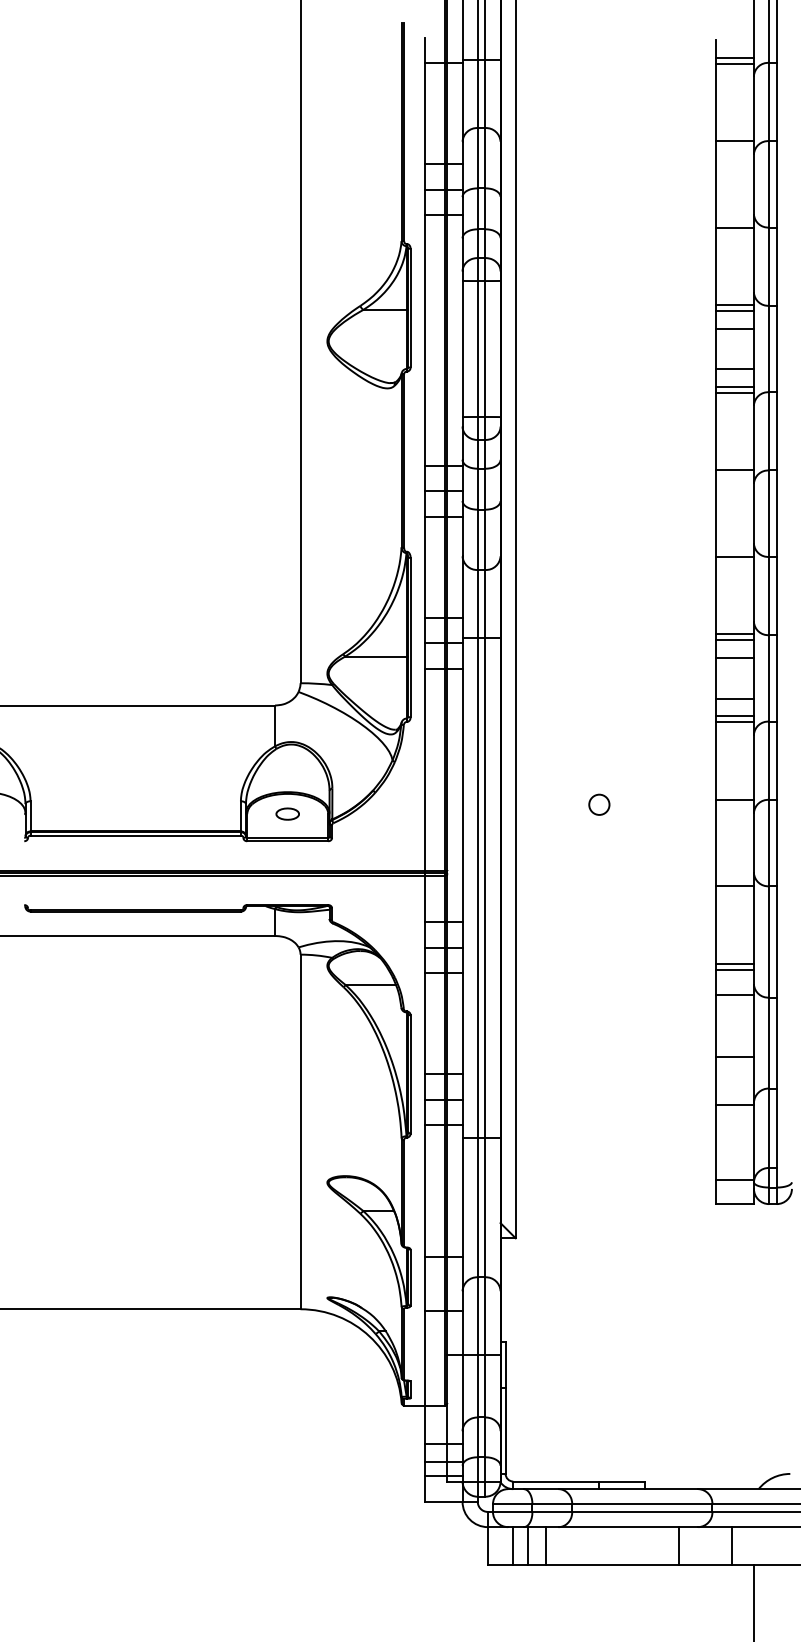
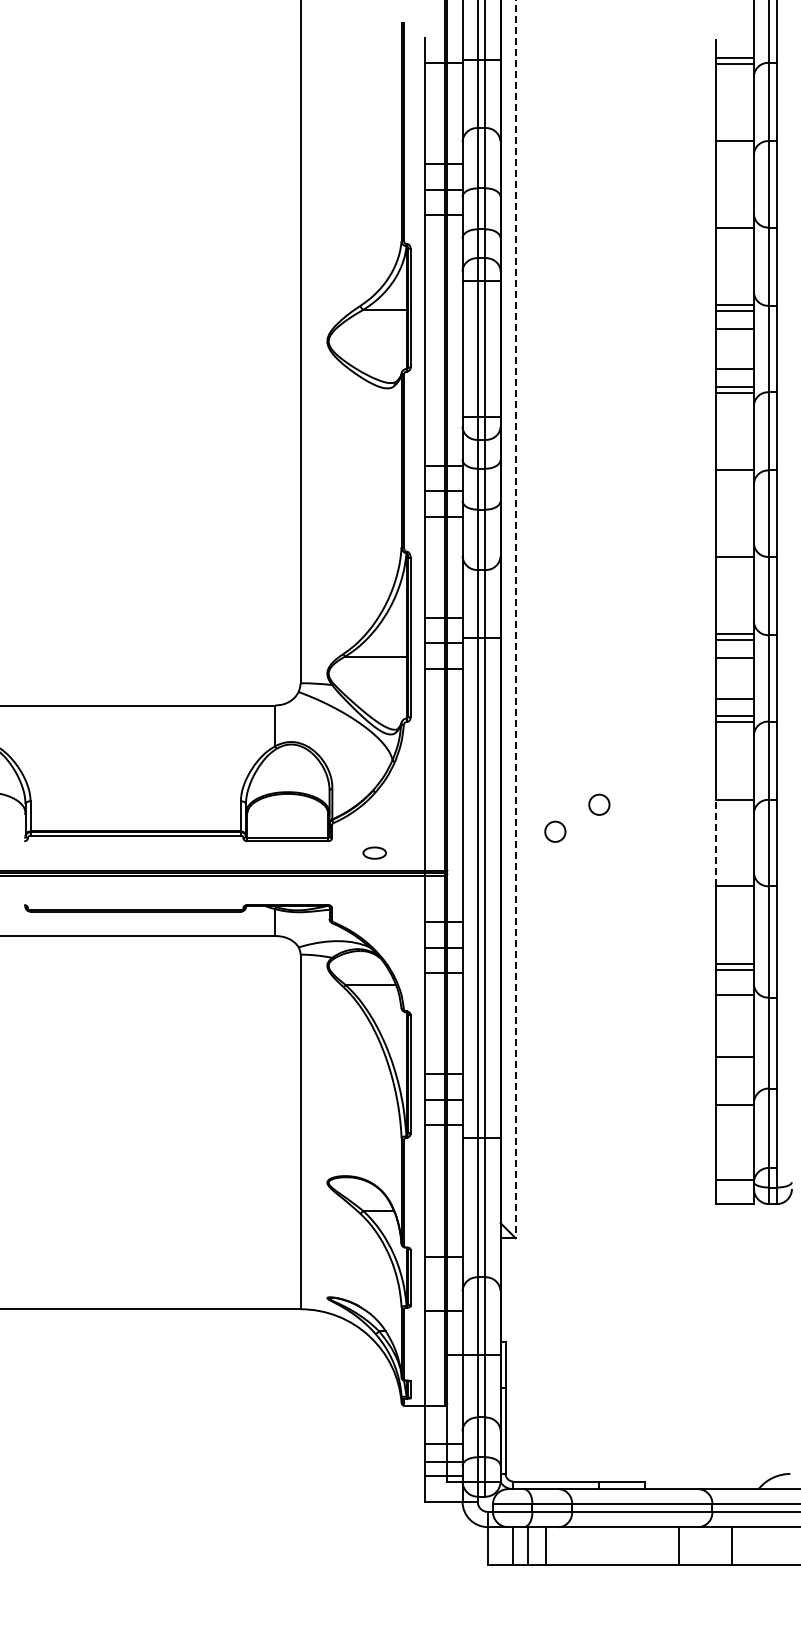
line at (515, 619): solid -> dashed
part at (287, 813) position: (287, 813) -> (374, 852)
circle at (555, 831): none -> present
line at (715, 842): solid -> dashed
line at (753, 1601): present -> none
